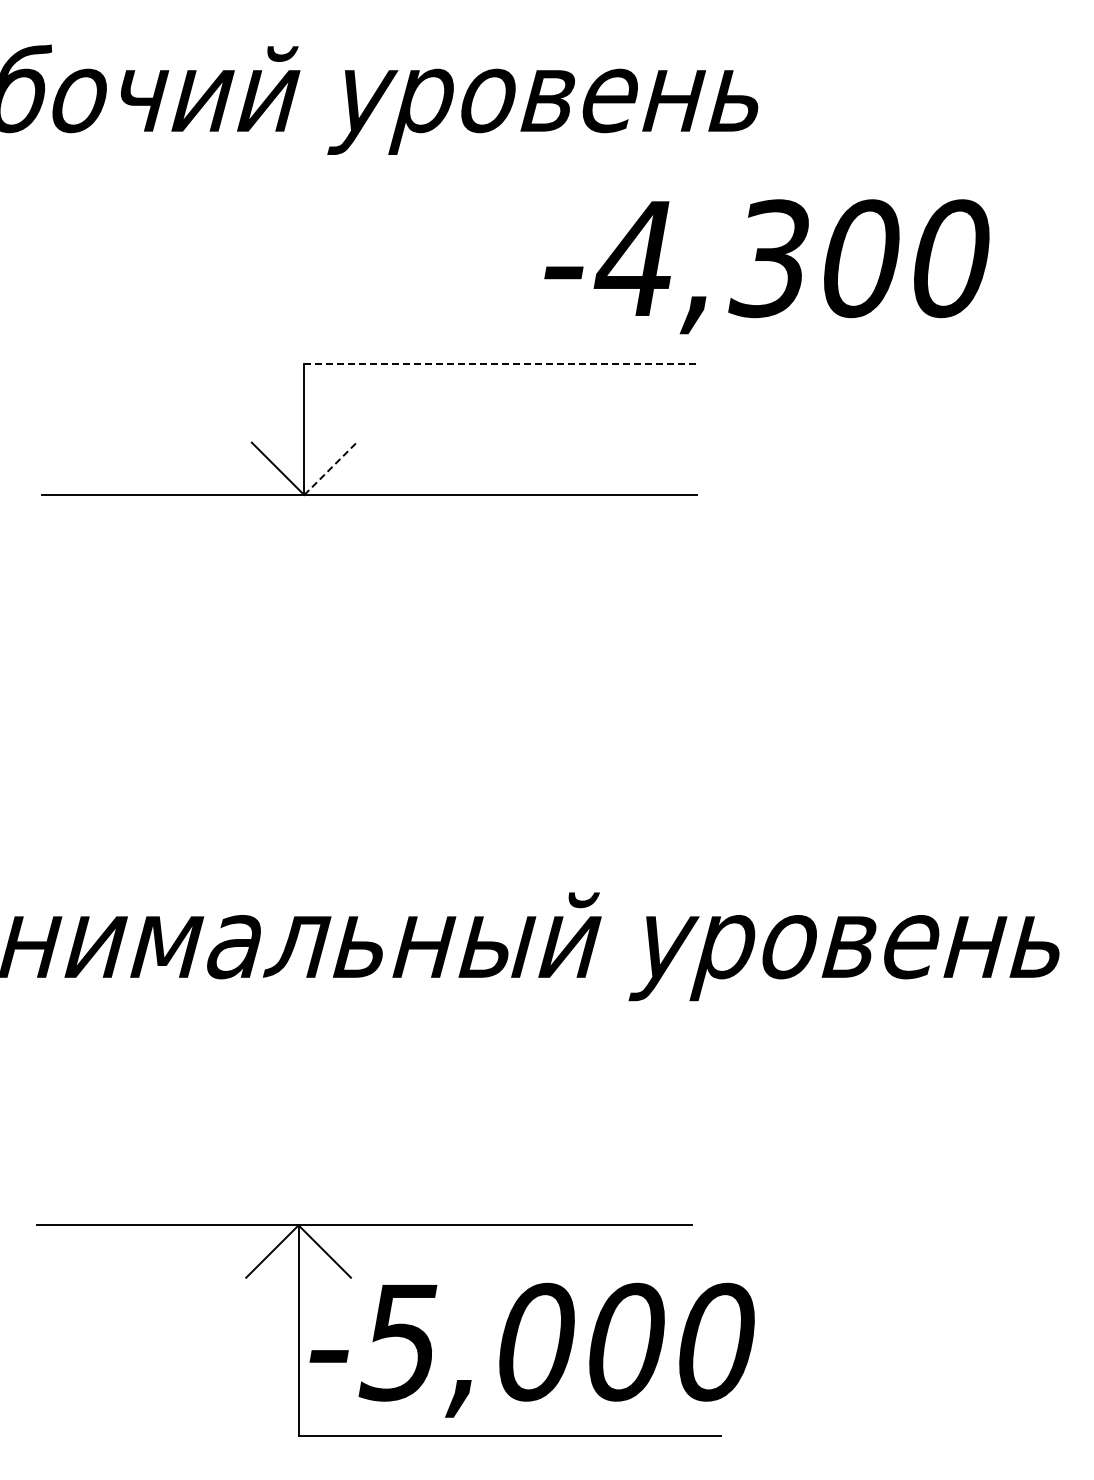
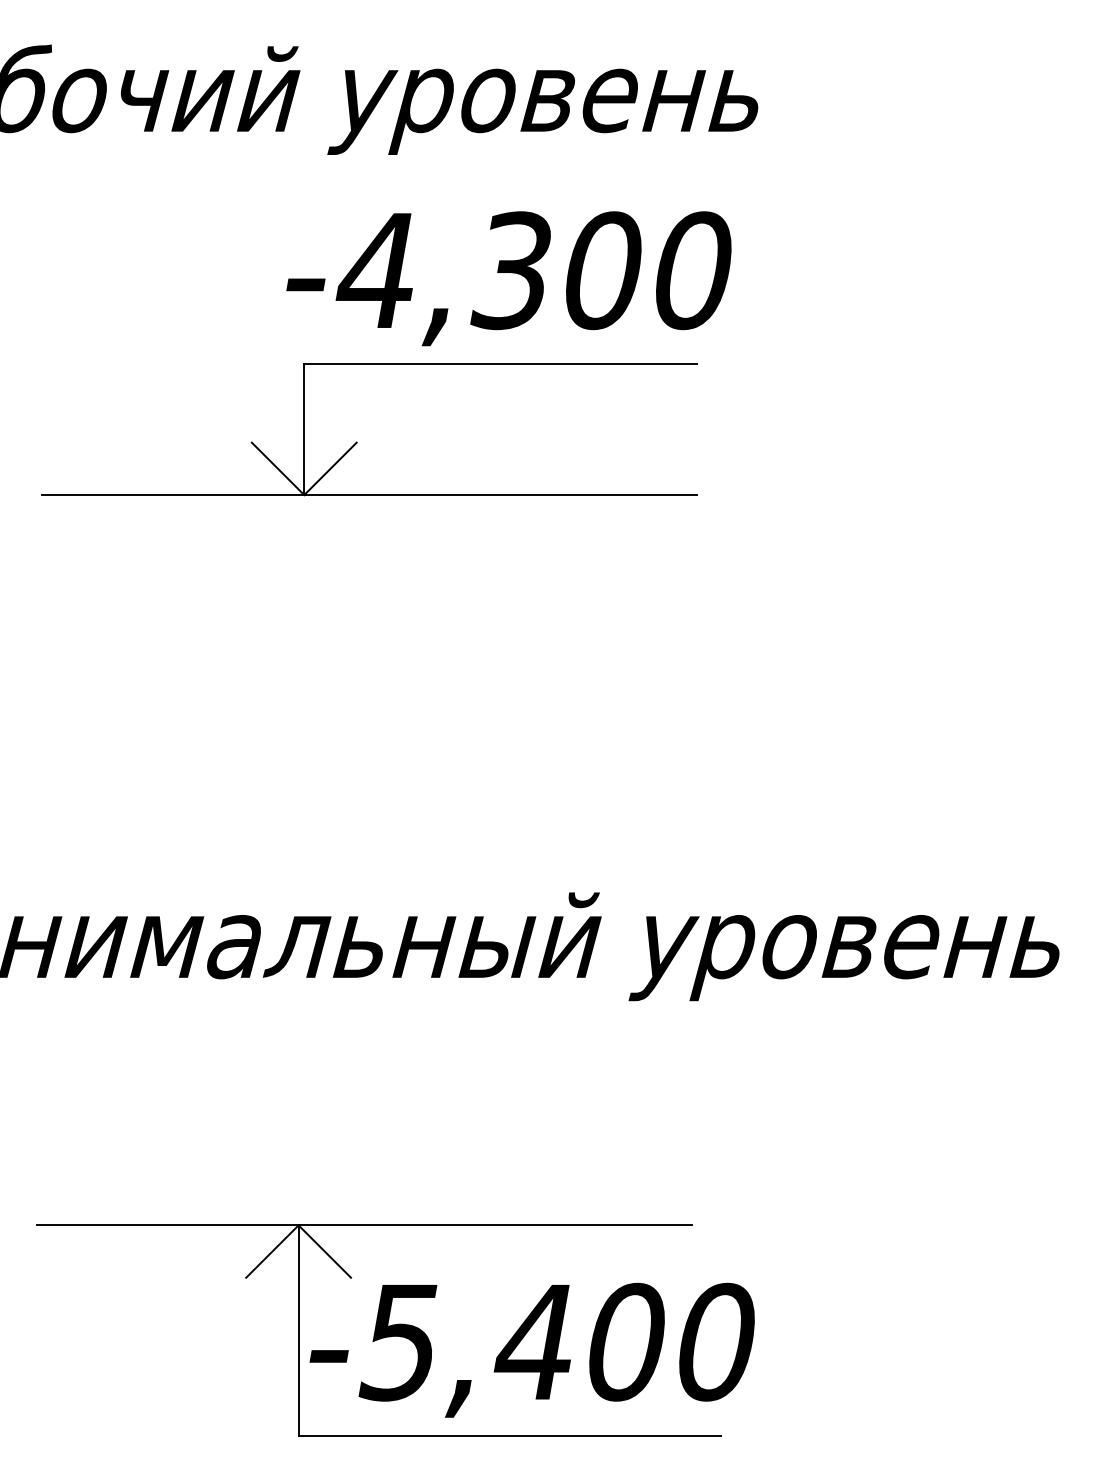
text at (766, 266) position: (766, 266) -> (508, 278)
line at (501, 364): dashed -> solid
line at (330, 468): dashed -> solid
text at (533, 1341): -5,000 -> -5,400
